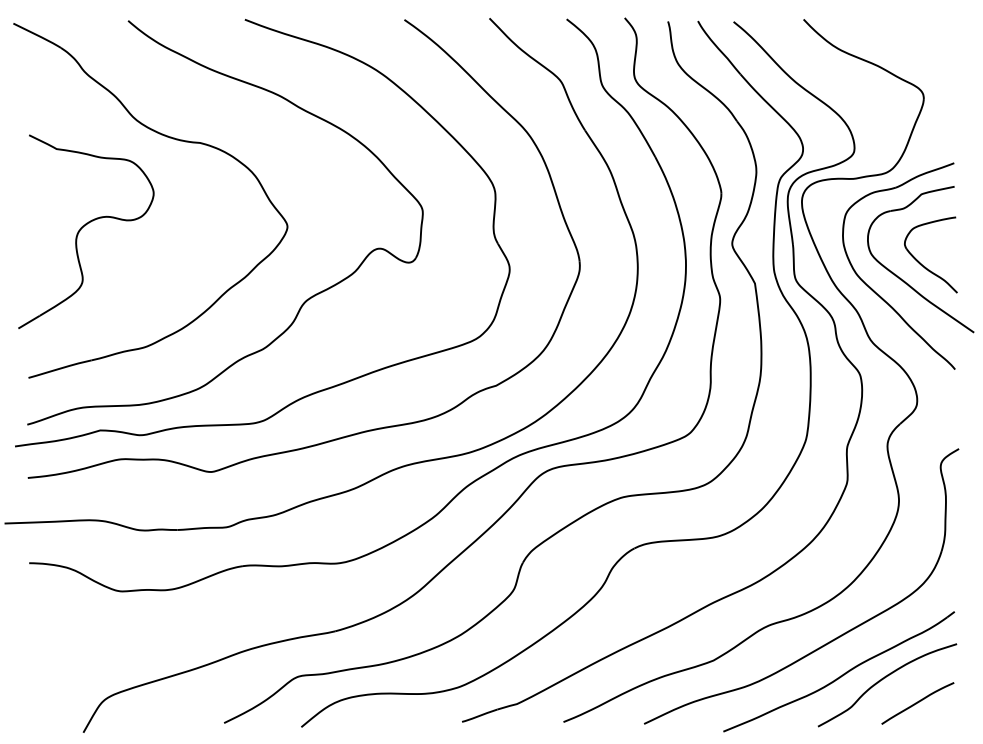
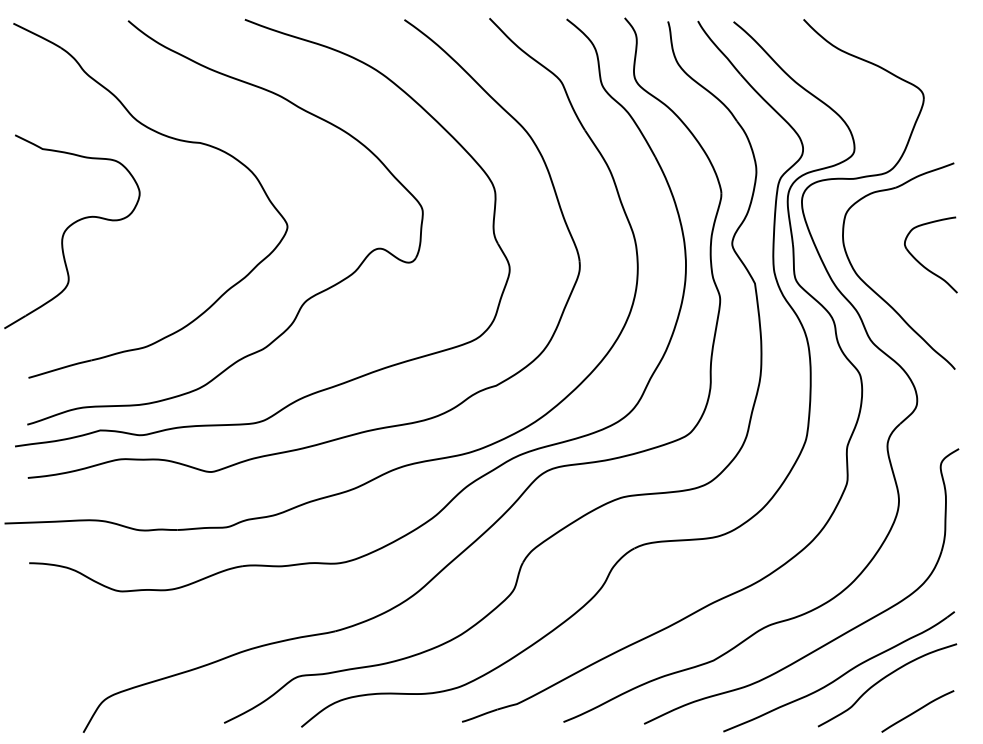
part at (86, 231) position: (86, 231) -> (72, 231)
part at (904, 280): present -> none
curve at (917, 703) position: (917, 703) -> (917, 711)
